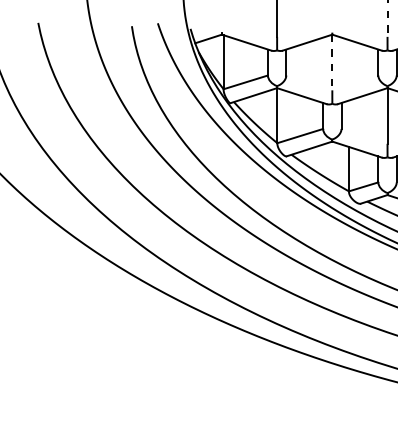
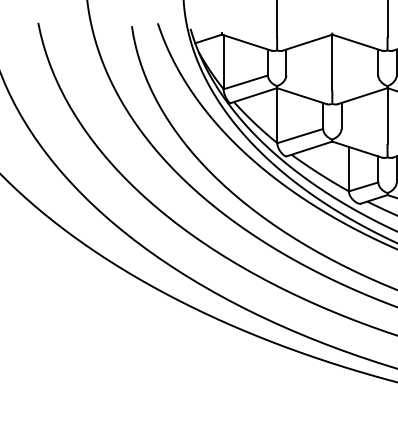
line at (387, 18): dashed -> solid
line at (332, 62): dashed -> solid
